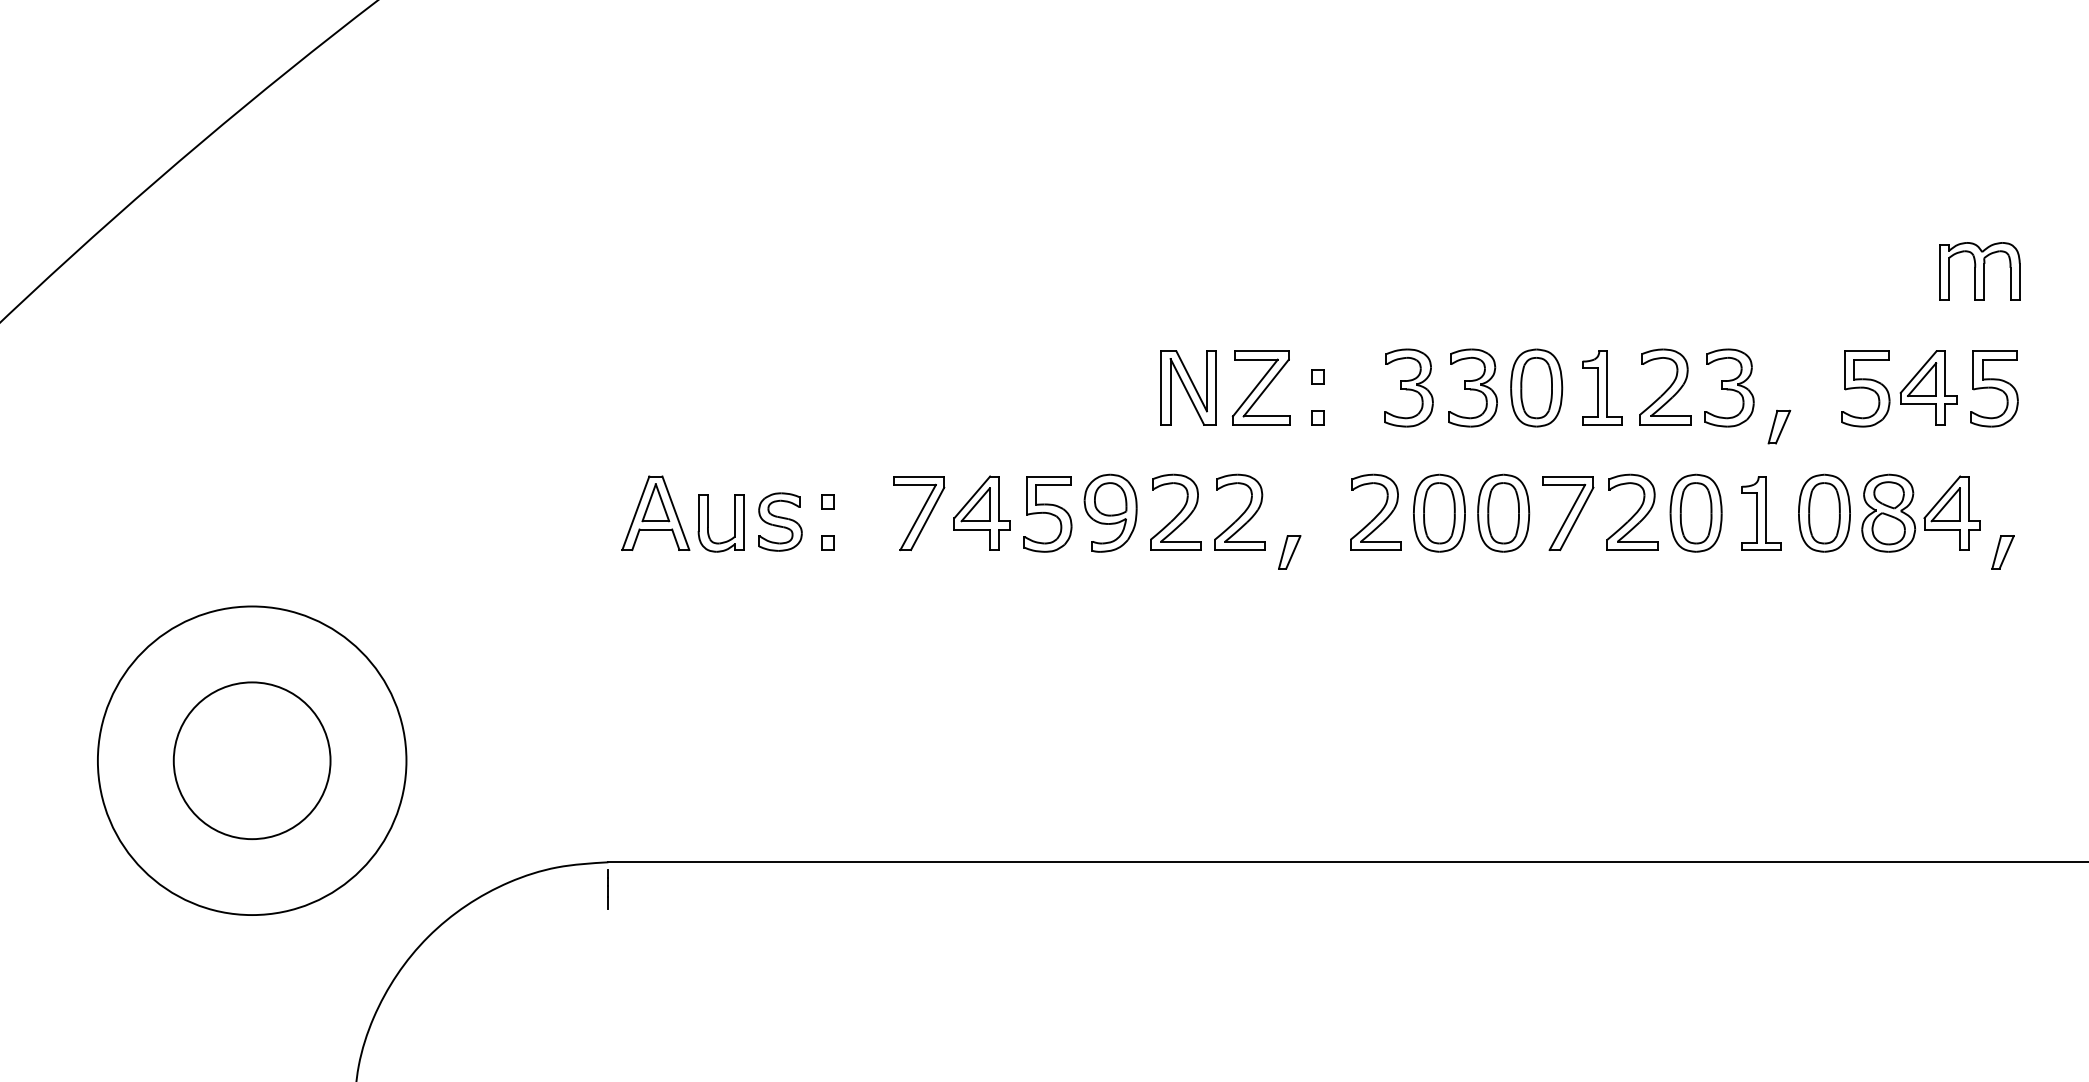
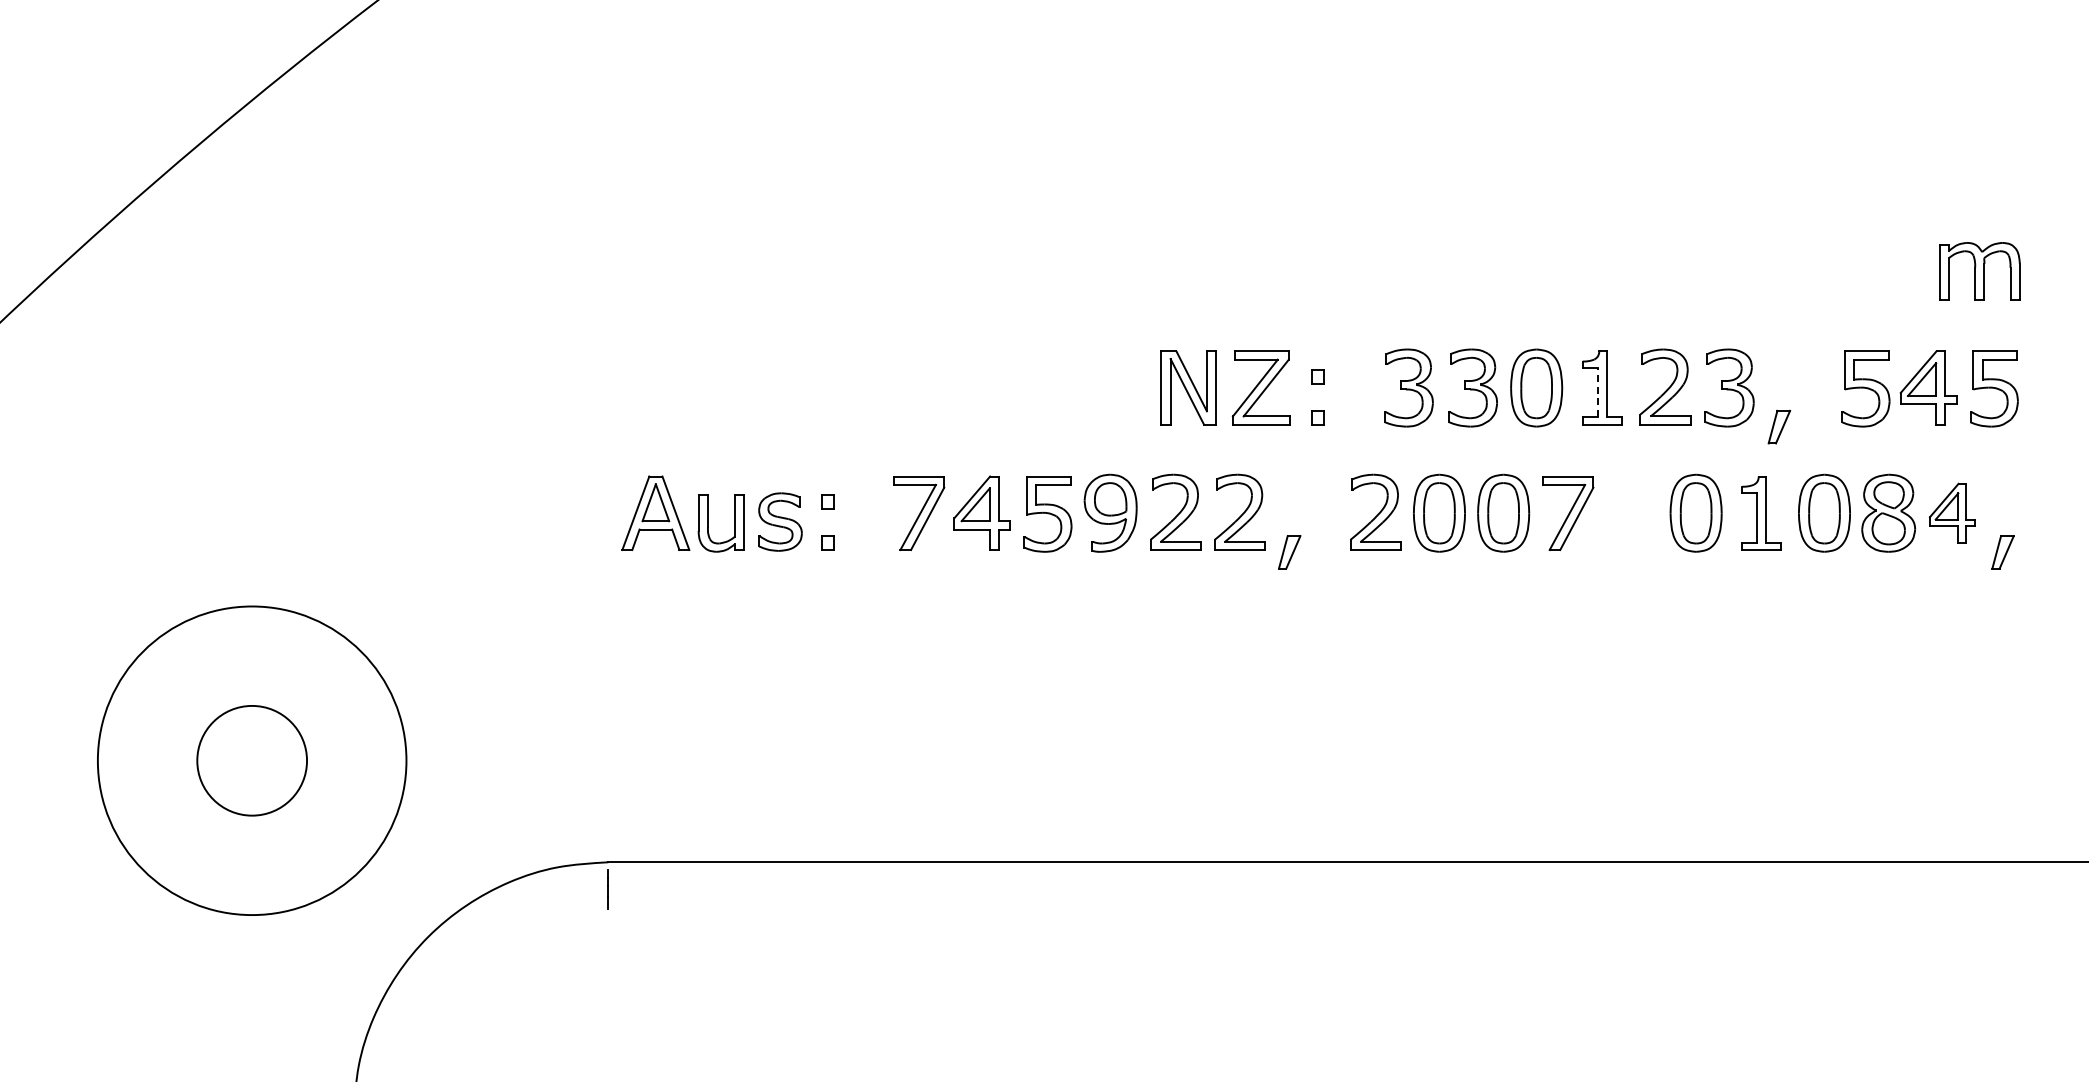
line at (1597, 392): solid -> dashed
part at (1632, 511): present -> none
part at (1951, 512) size: 58x76 px -> 47x62 px
circle at (251, 760) diameter: 157 px -> 110 px
